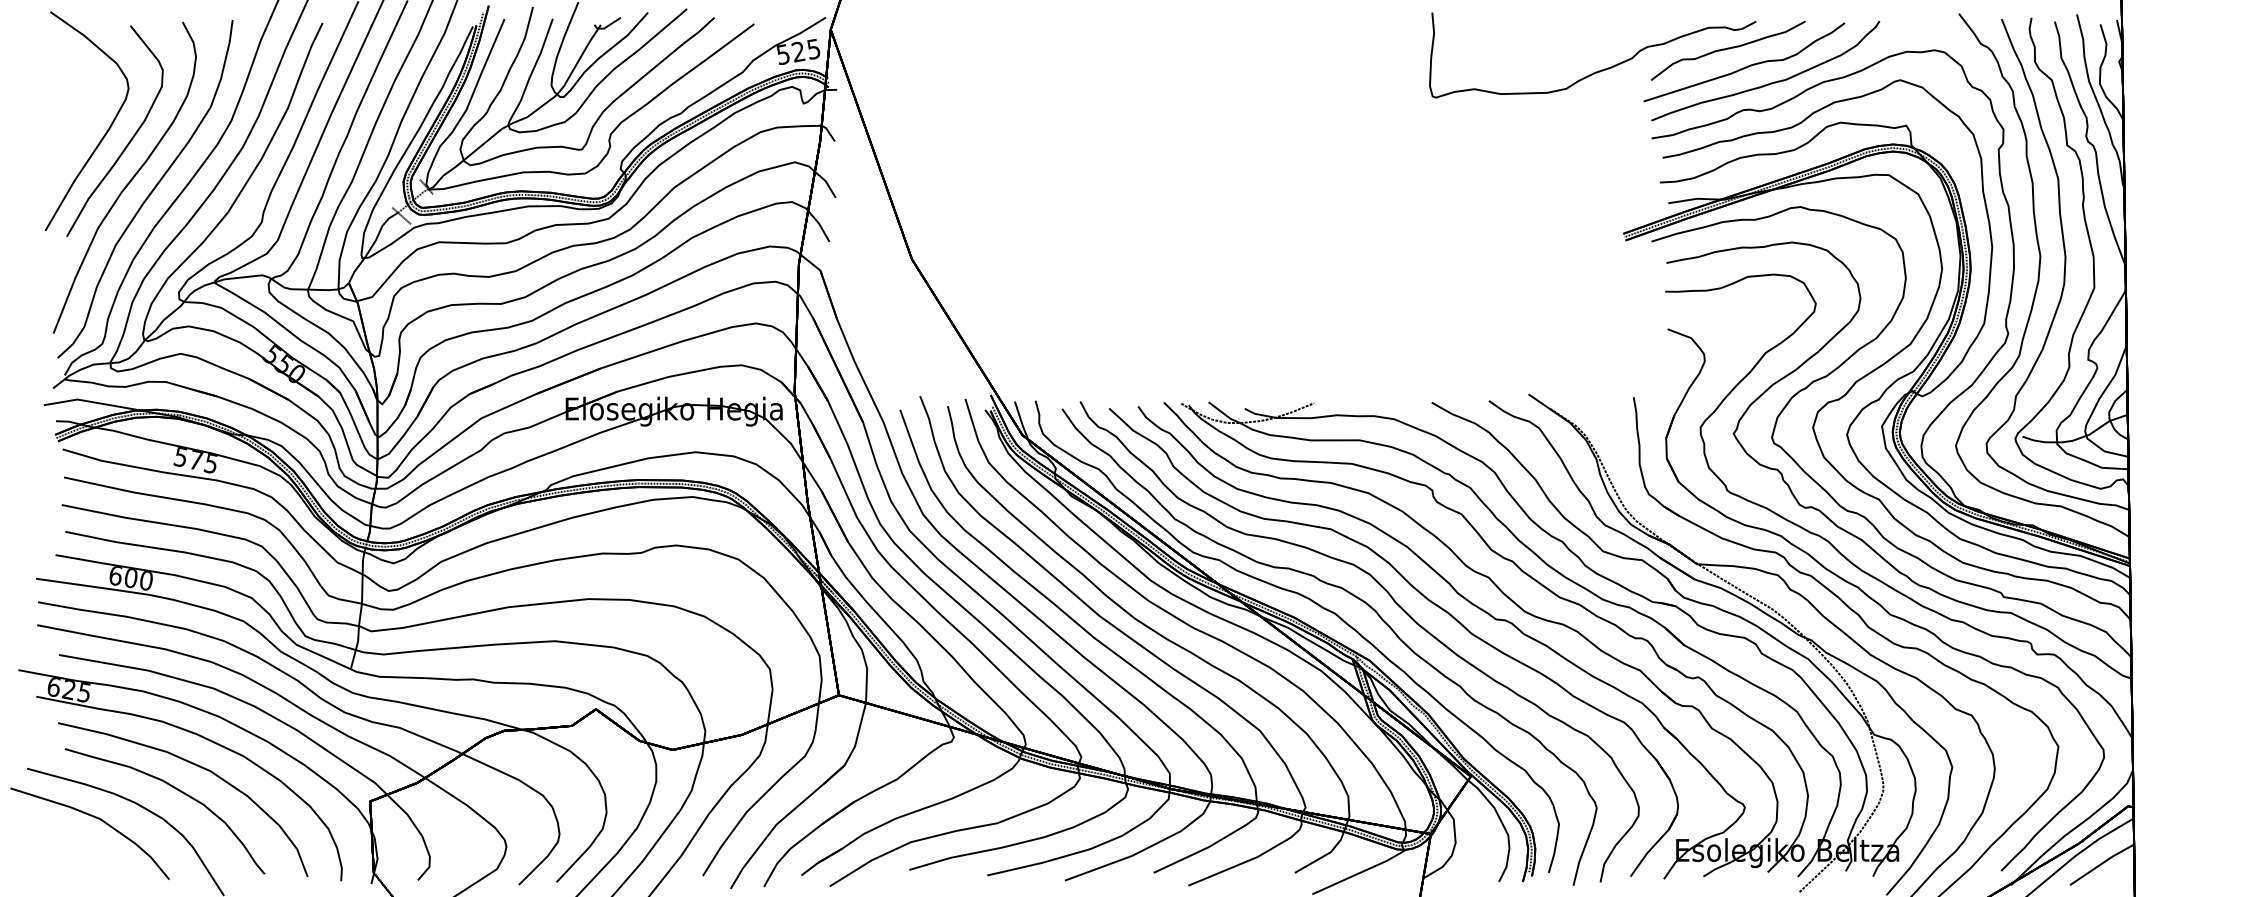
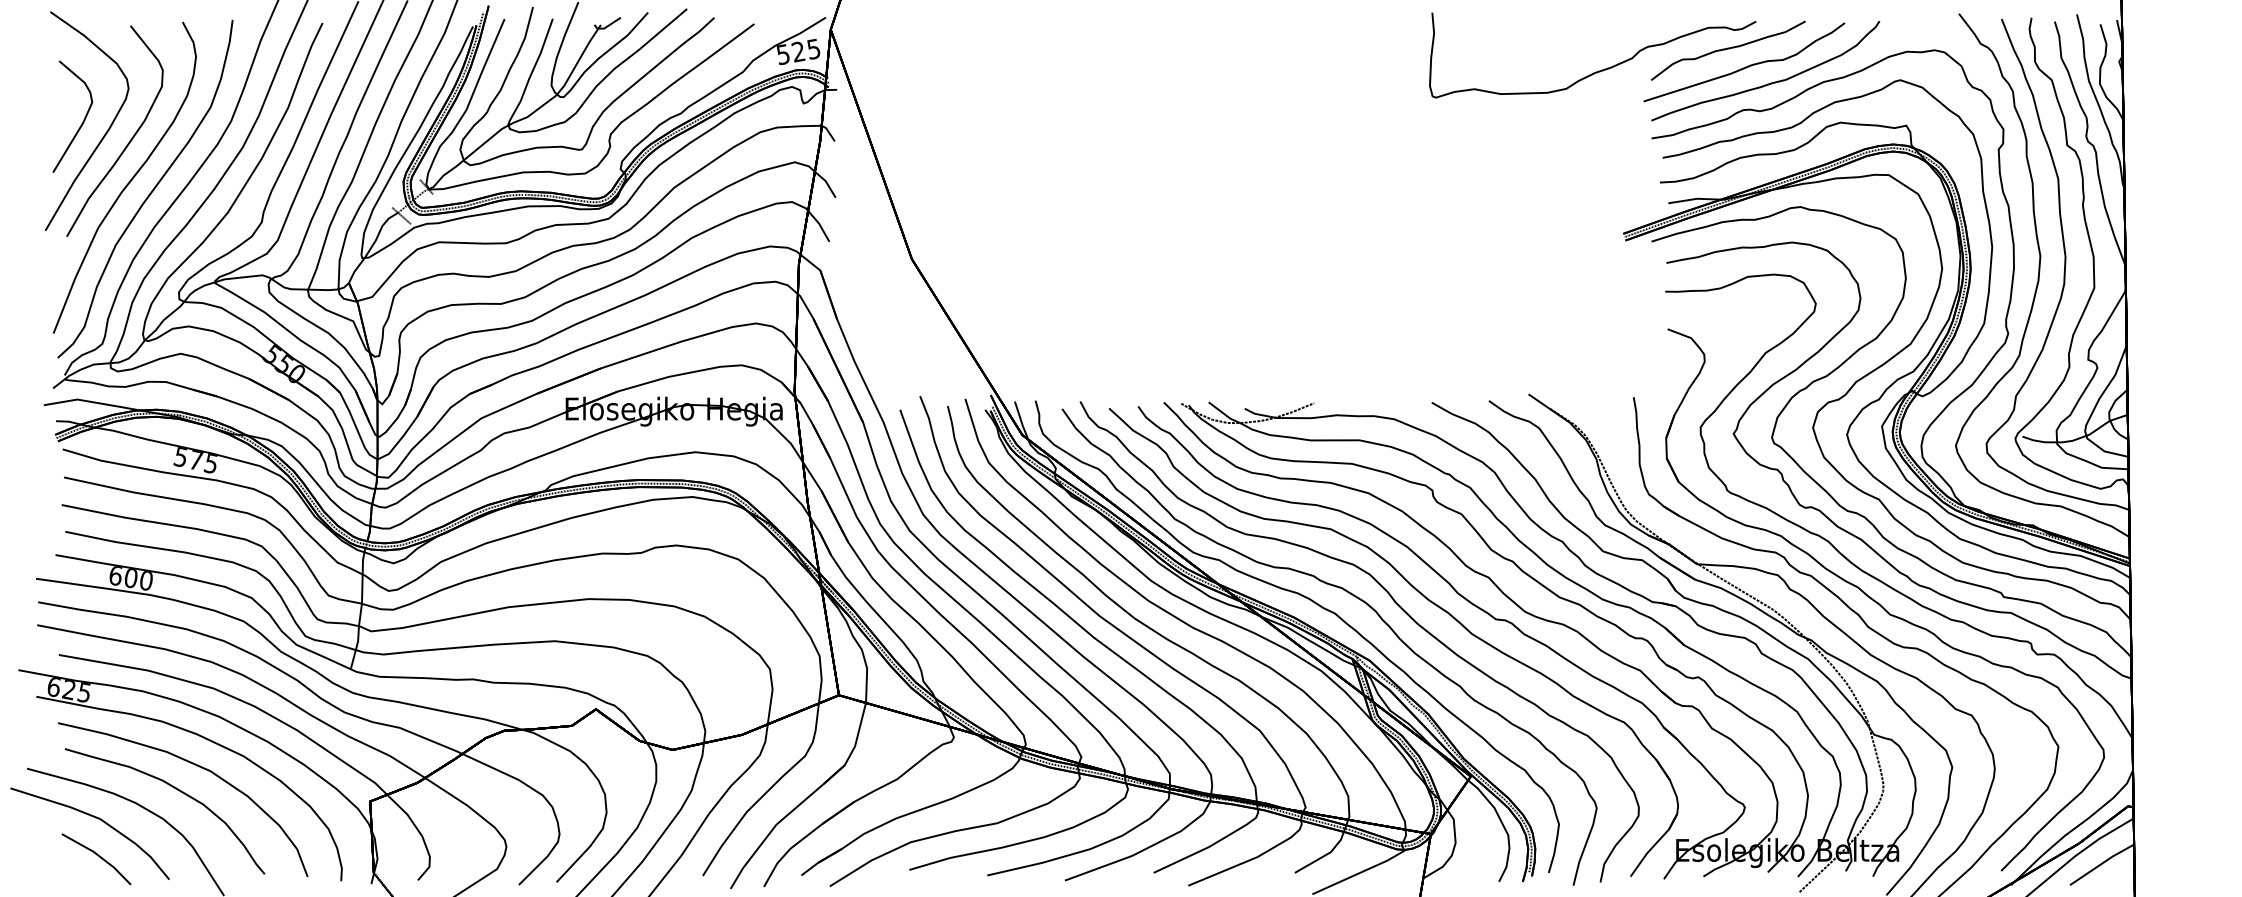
curve at (82, 121): none -> present
part at (96, 859): none -> present
